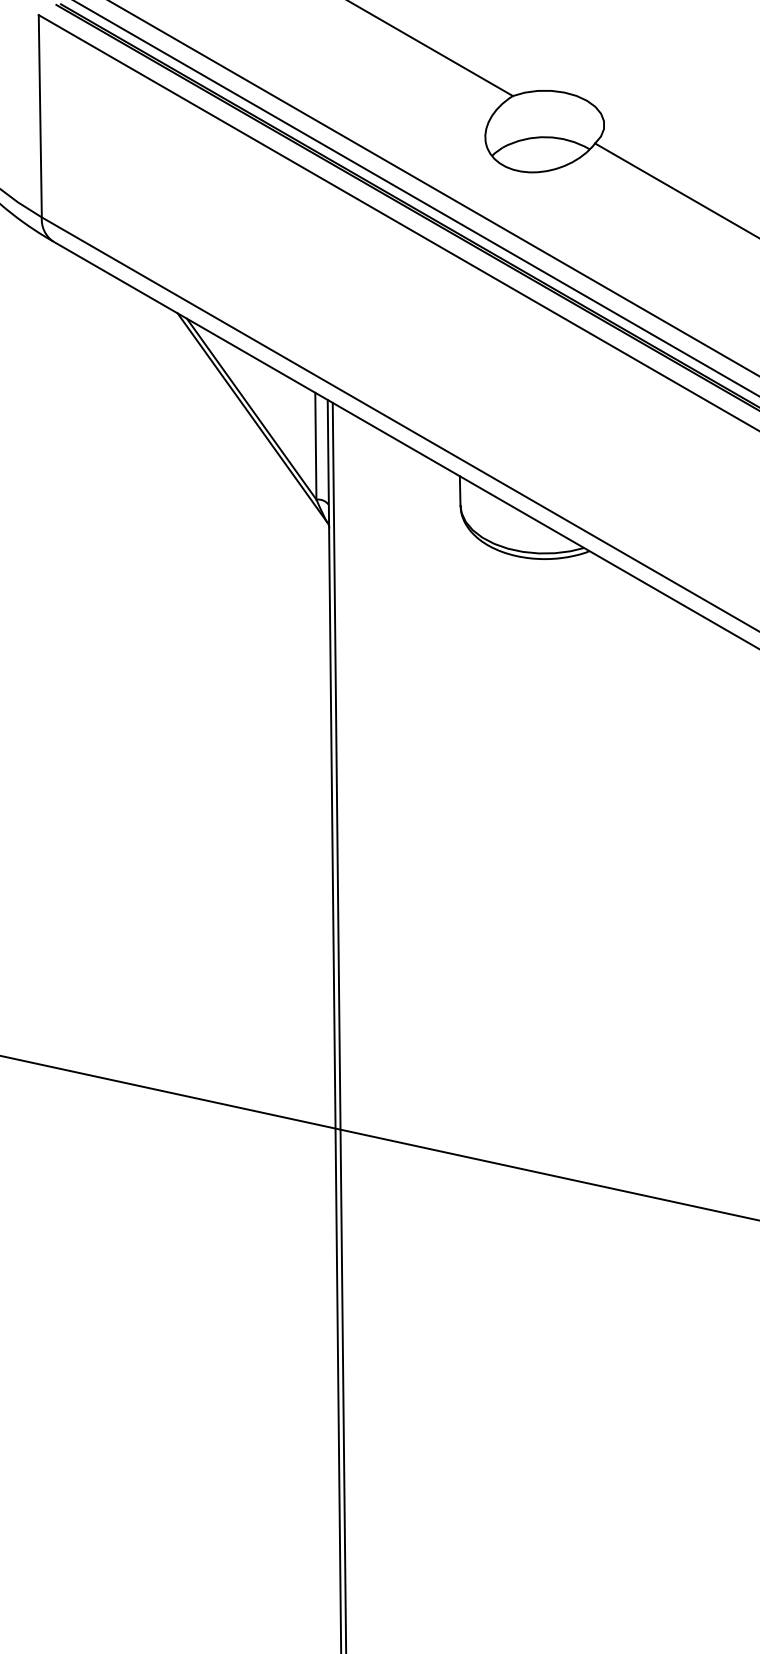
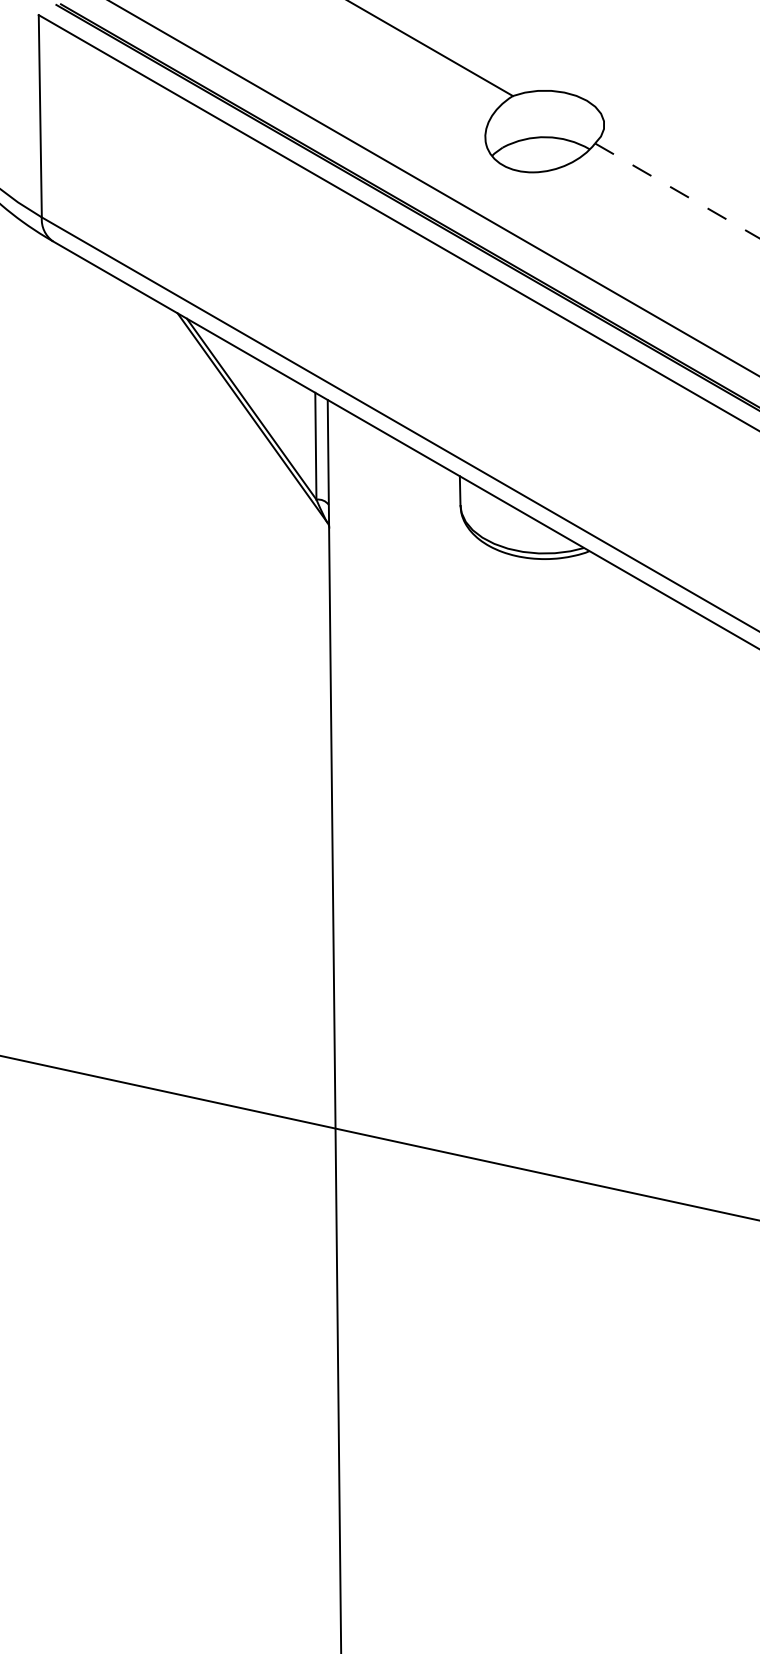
line at (677, 190): solid -> dashed
line at (416, 198): present -> none
line at (339, 1026): present -> none
